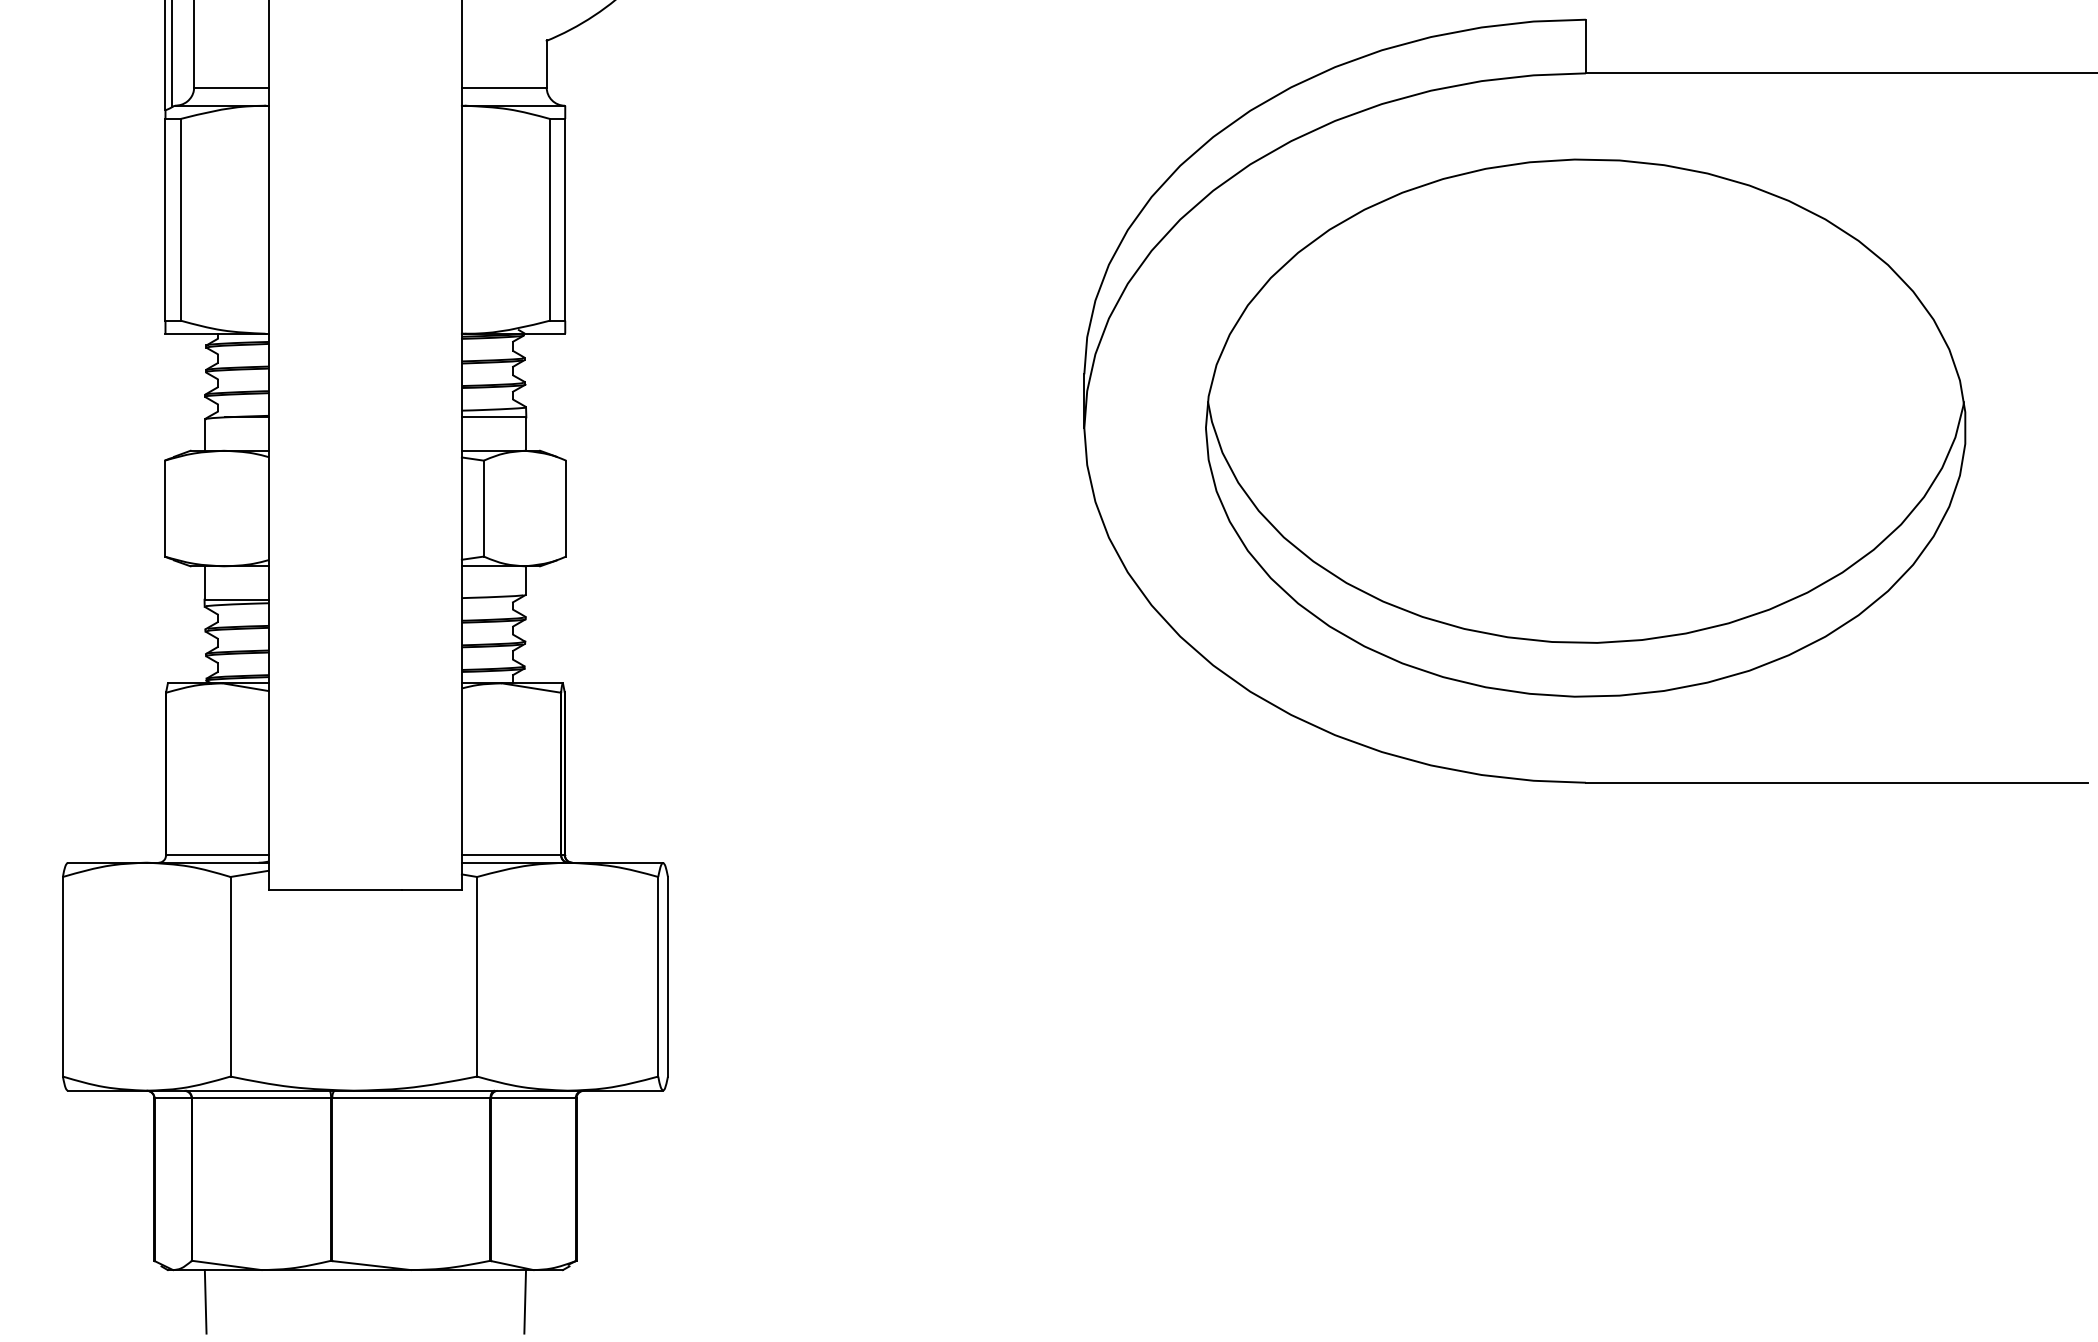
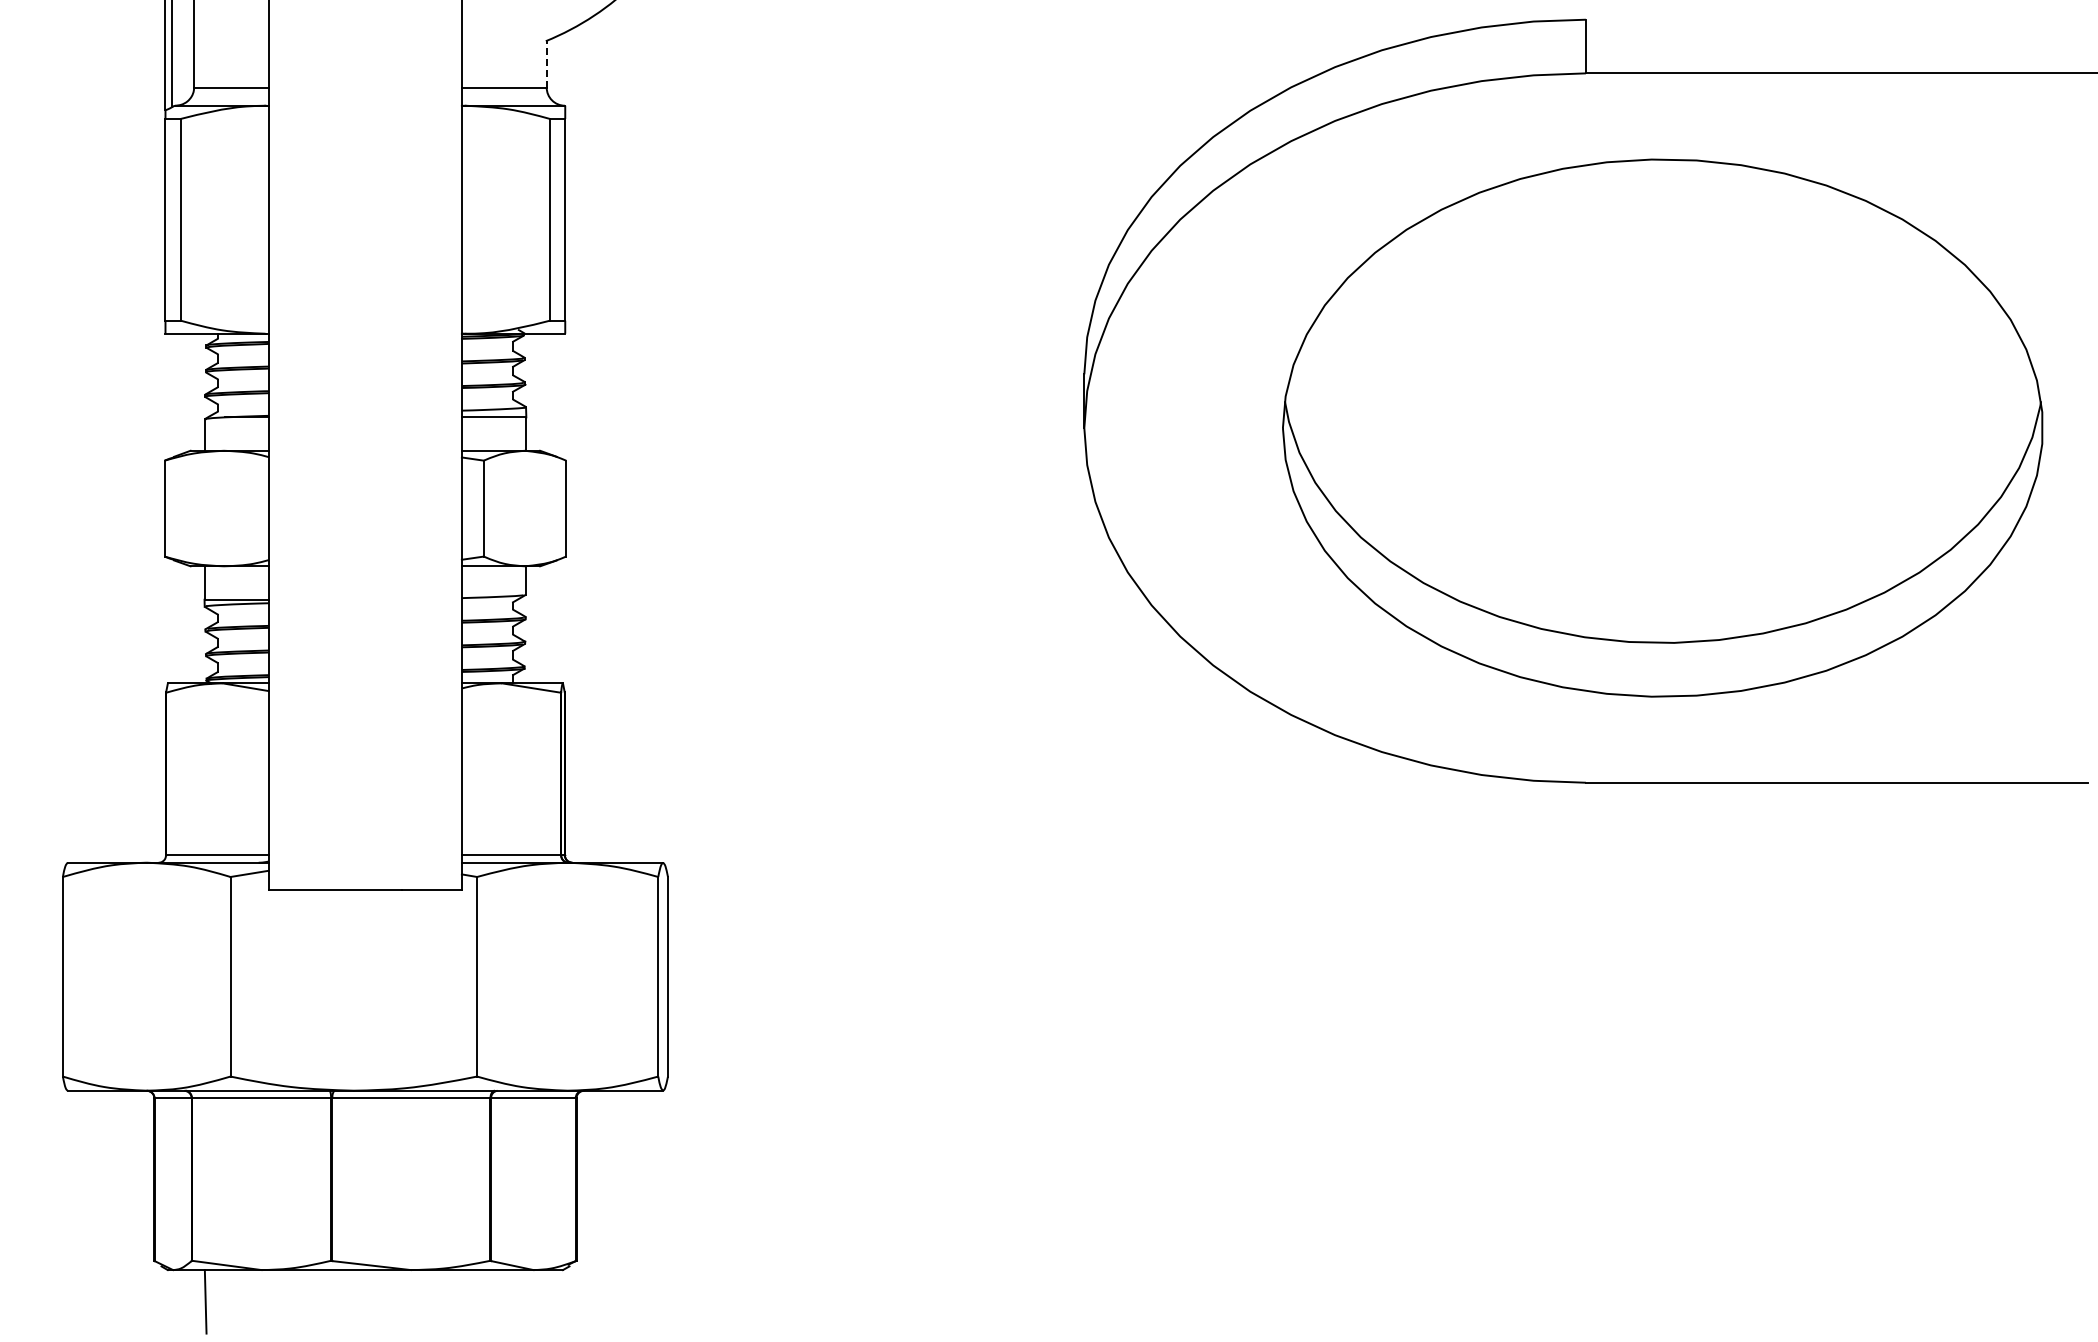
line at (546, 63): solid -> dashed
part at (1585, 427) position: (1585, 427) -> (1662, 427)
line at (525, 1301): present -> none
